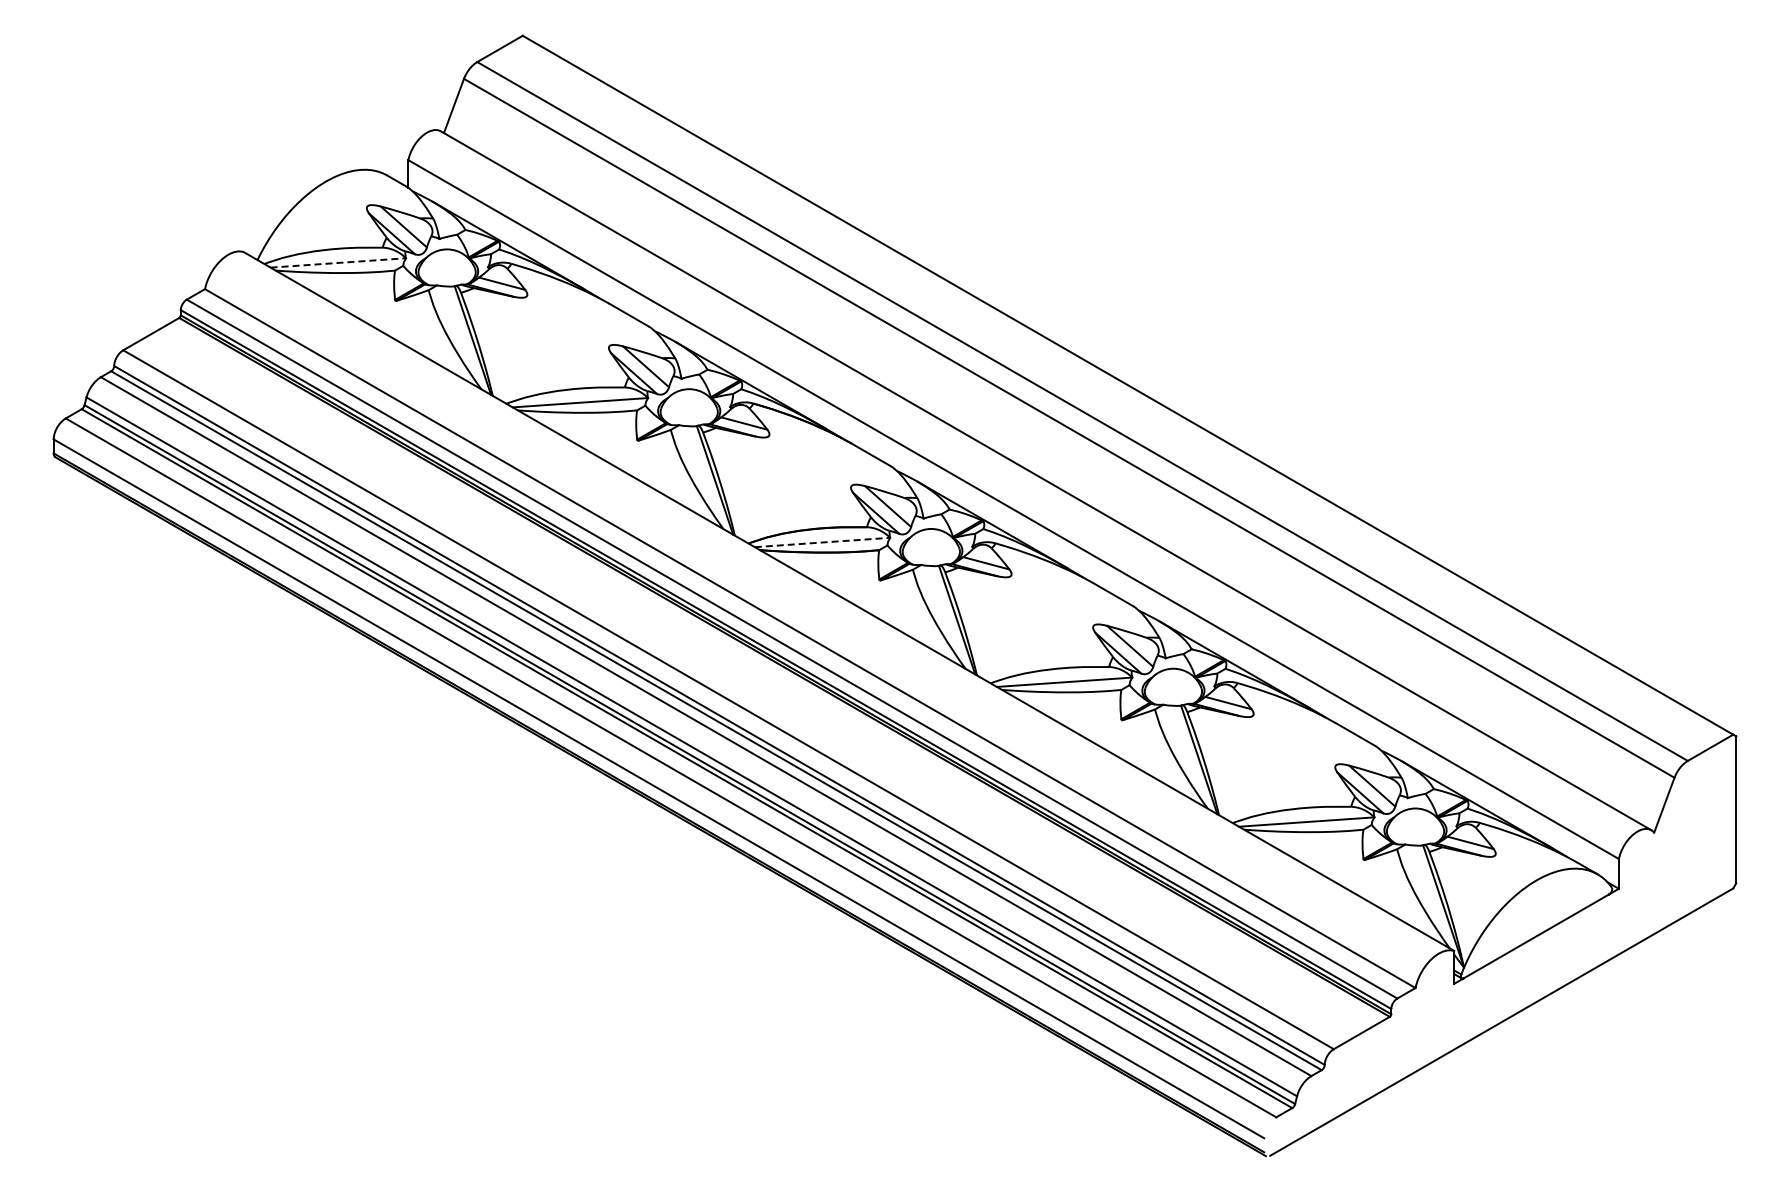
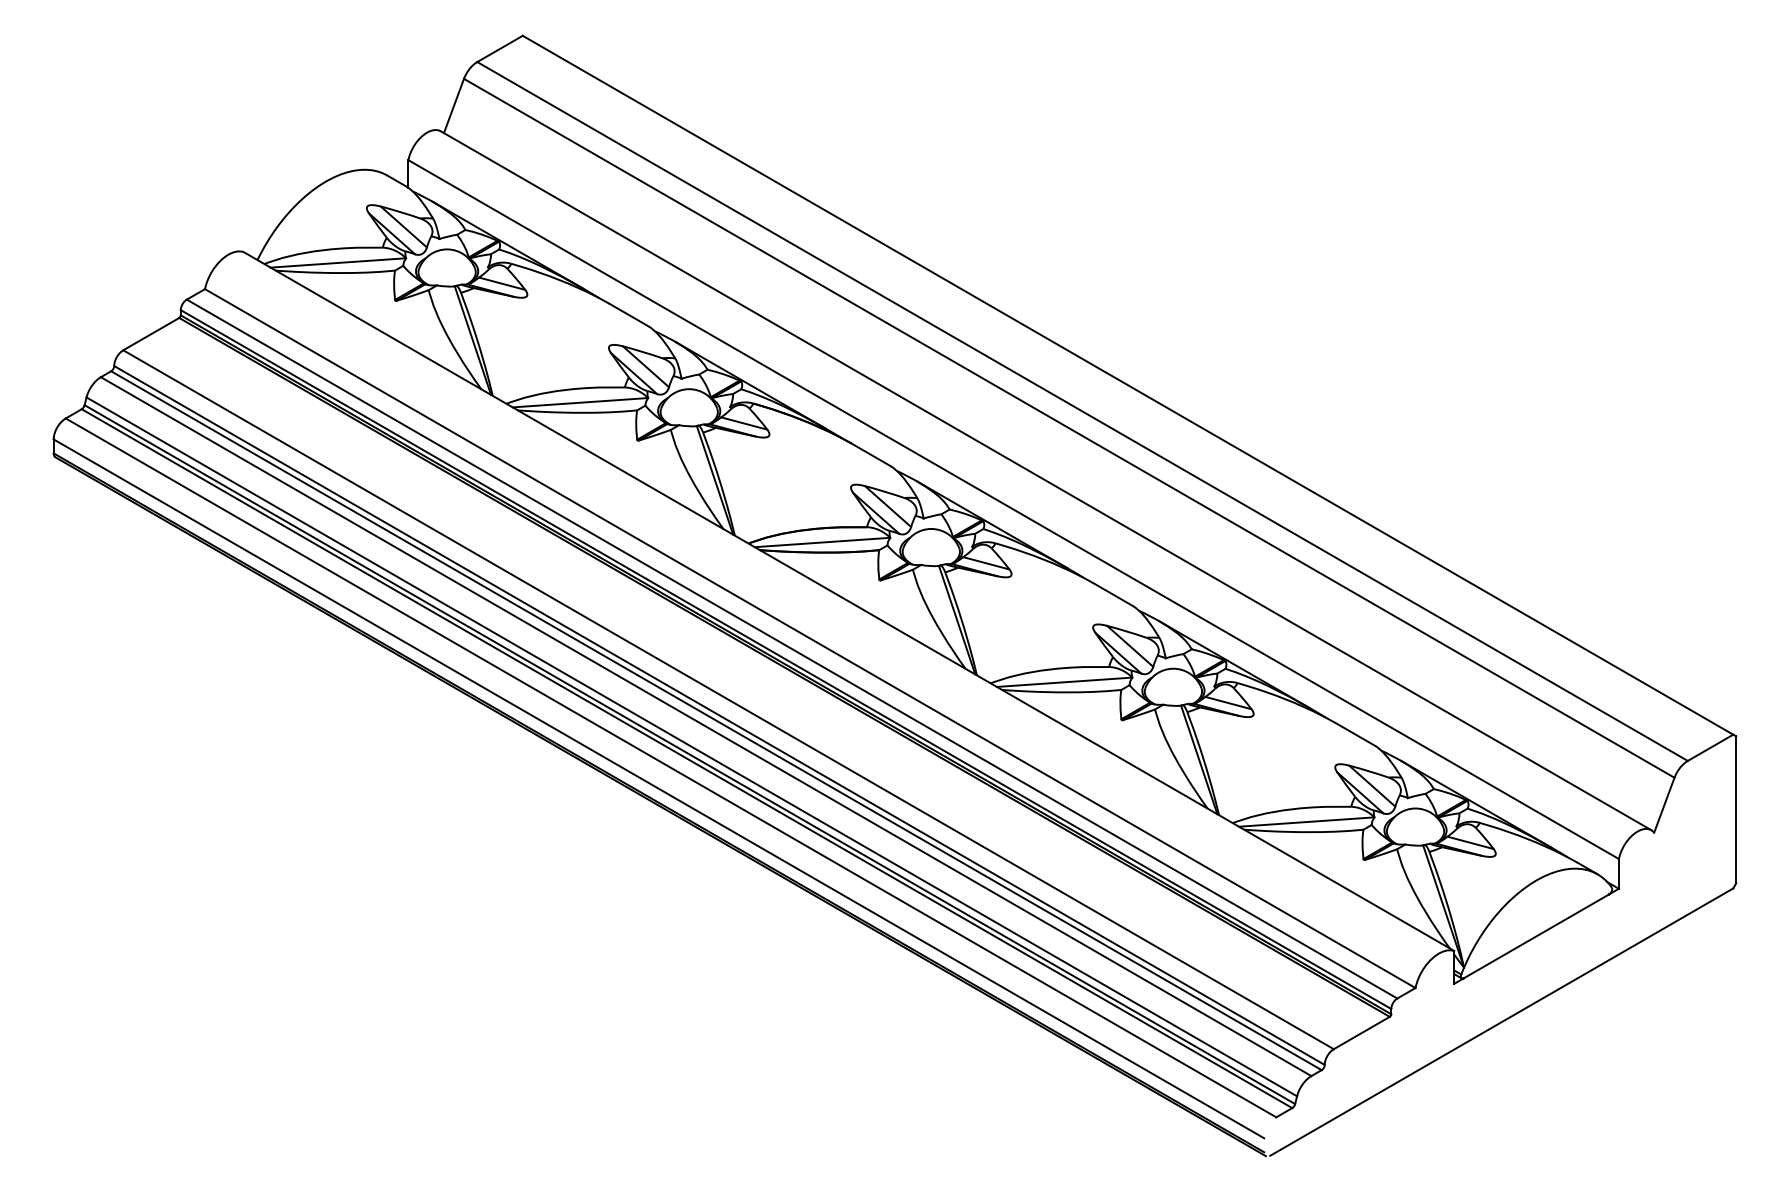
line at (338, 262): dashed -> solid
line at (822, 542): dashed -> solid
